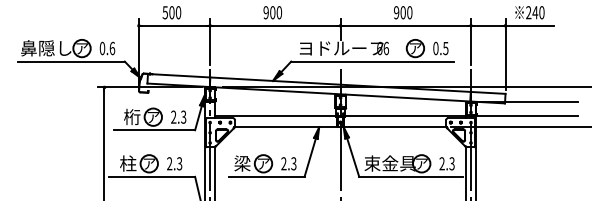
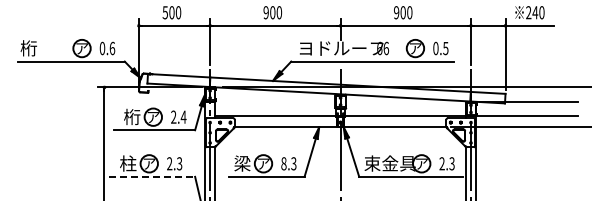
text at (45, 48): 鼻隠し -> 桁
text at (183, 116): 2.3 -> 2.4
text at (283, 163): 2.3 -> 8.3
line at (152, 176): solid -> dashed
